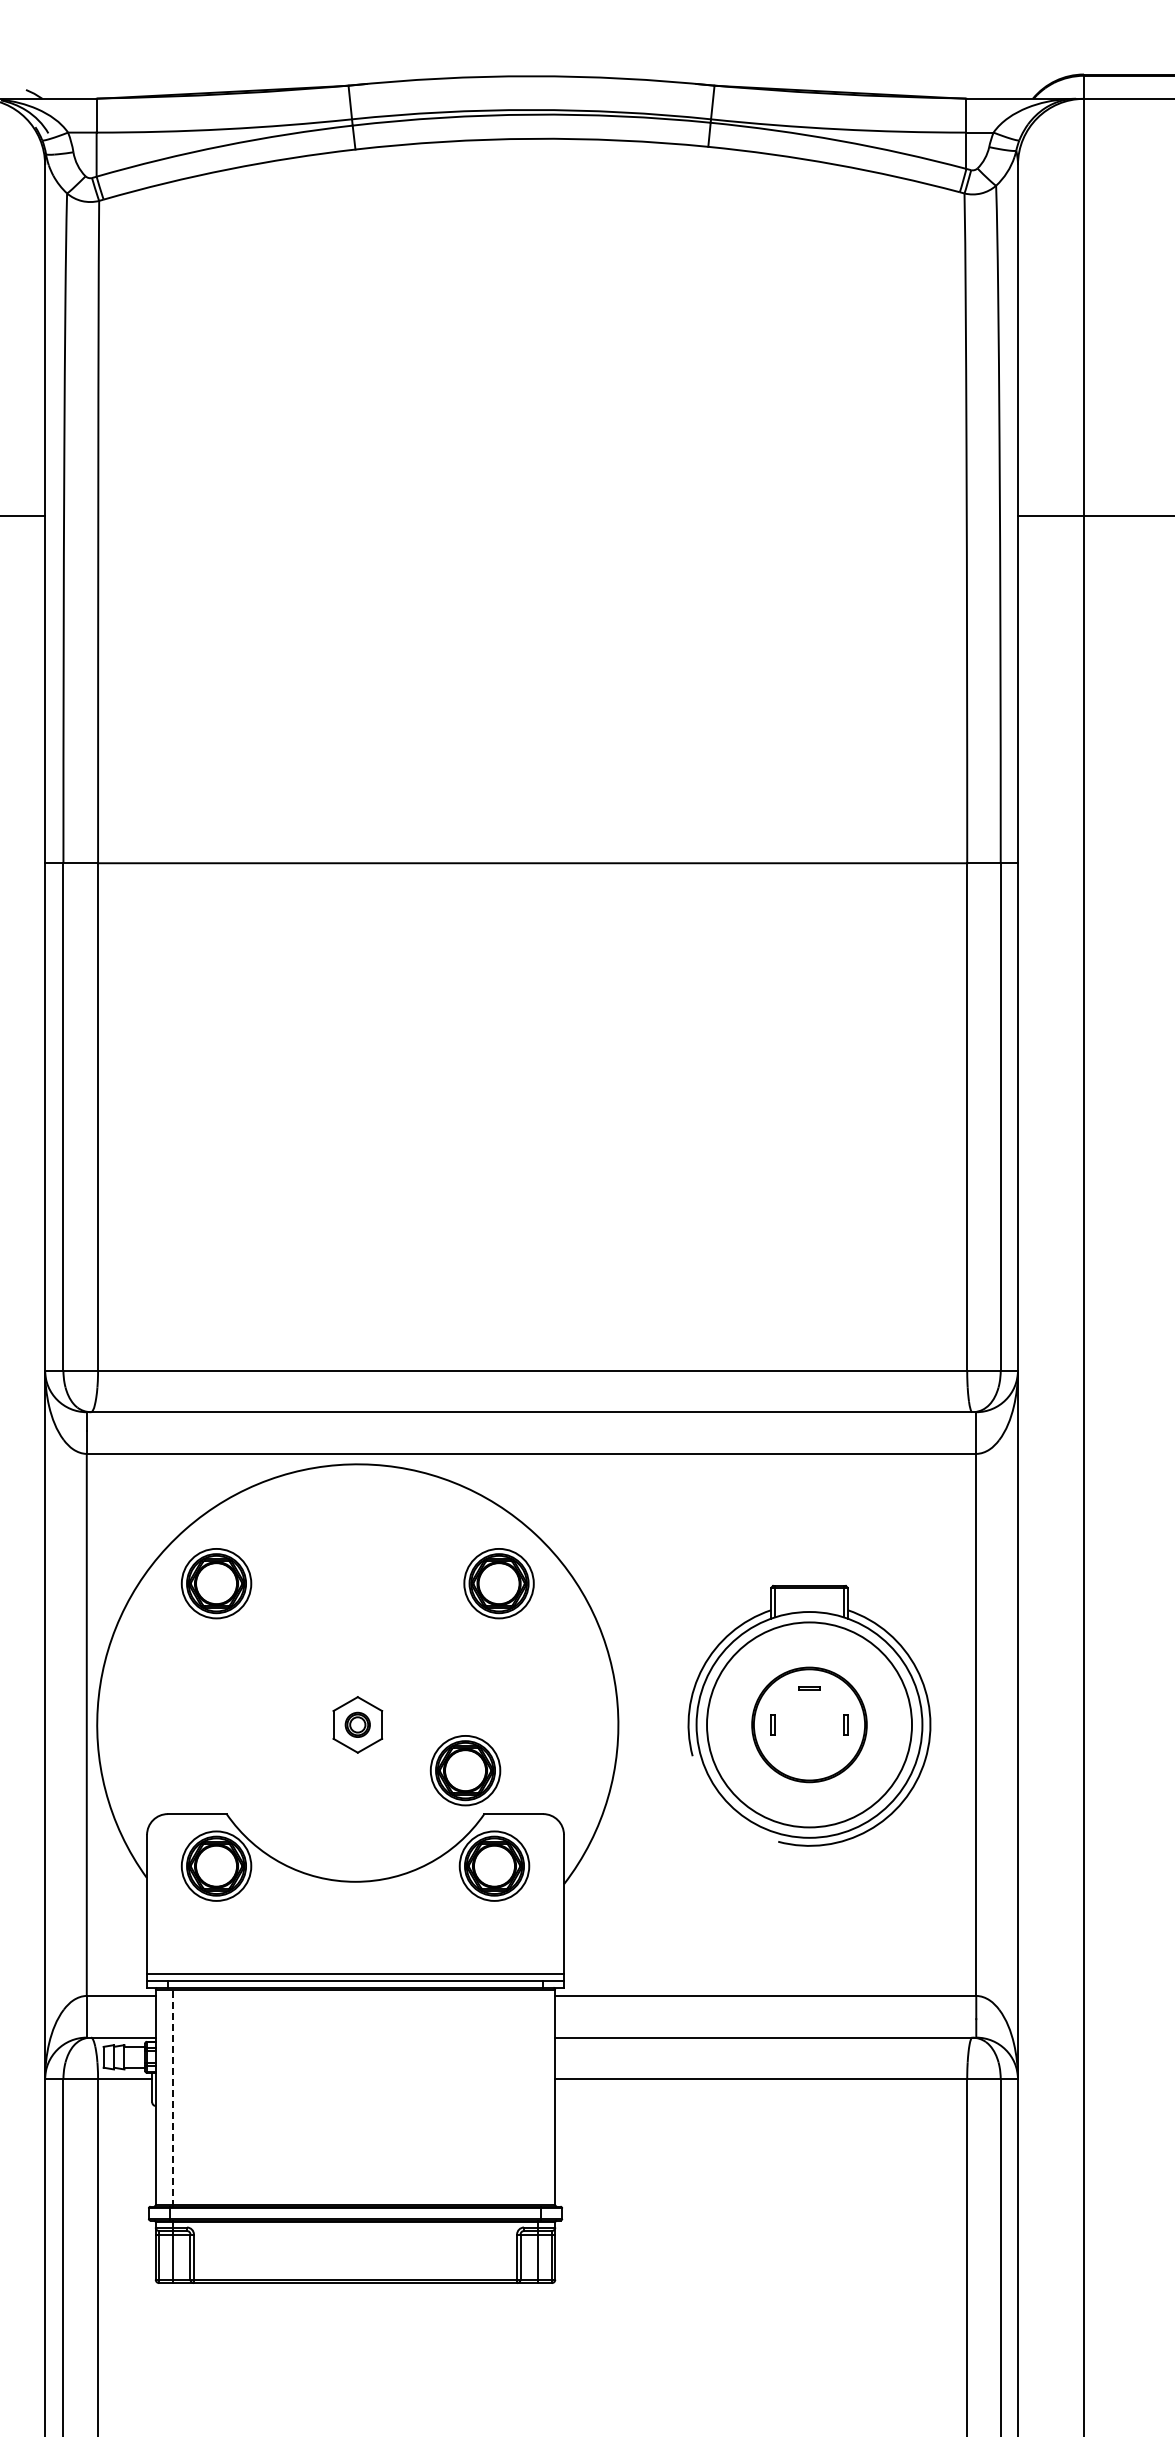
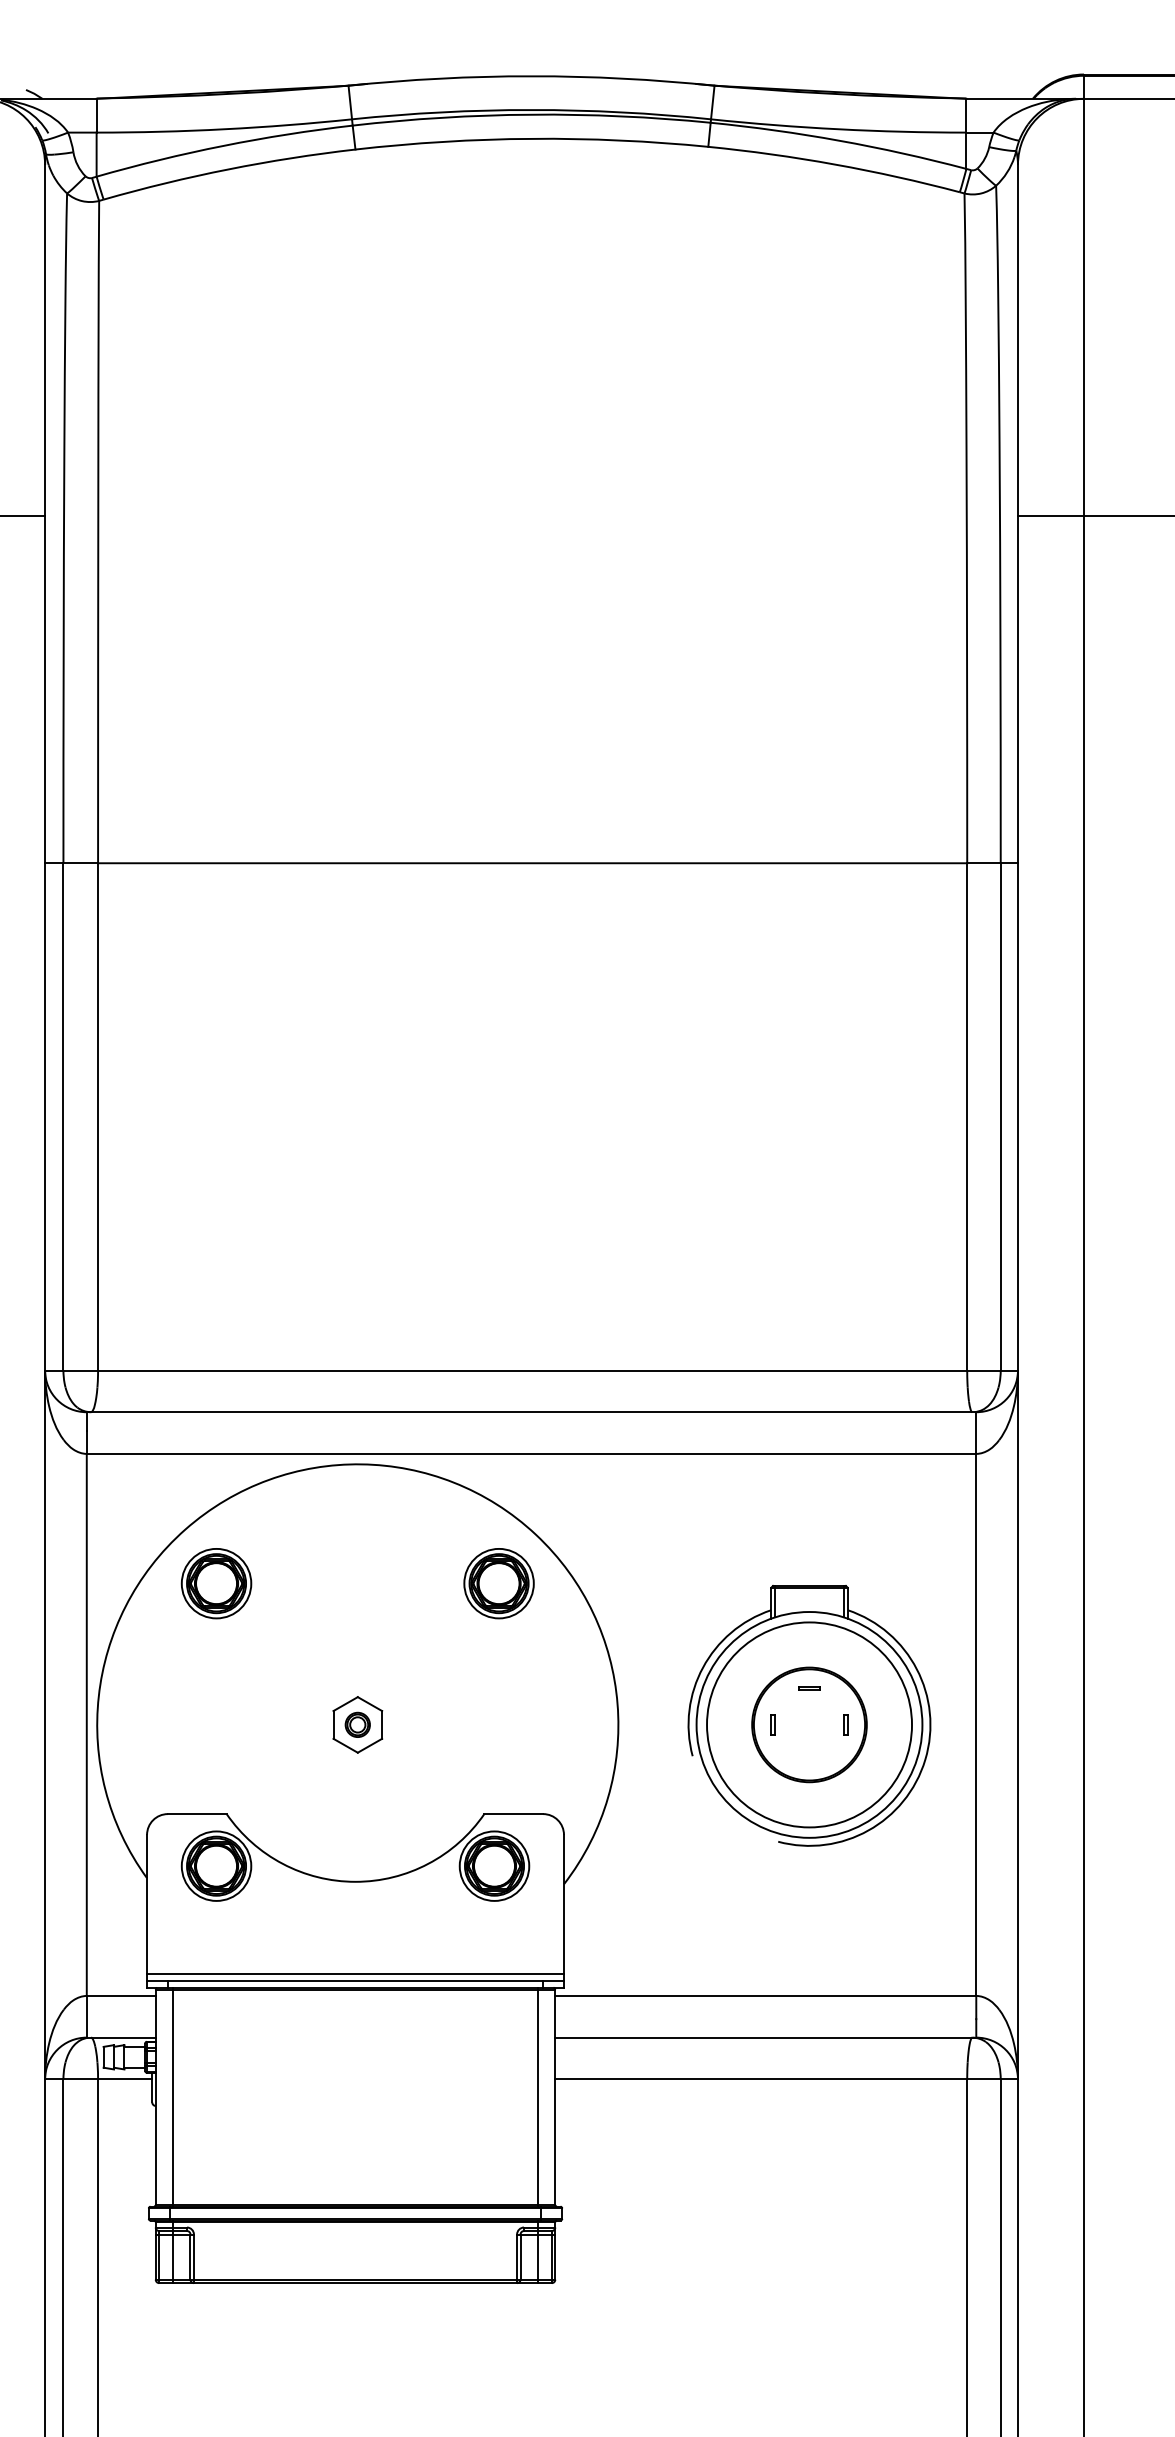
part at (465, 1770): present -> none
line at (173, 2096): dashed -> solid
line at (537, 2096): none -> present
